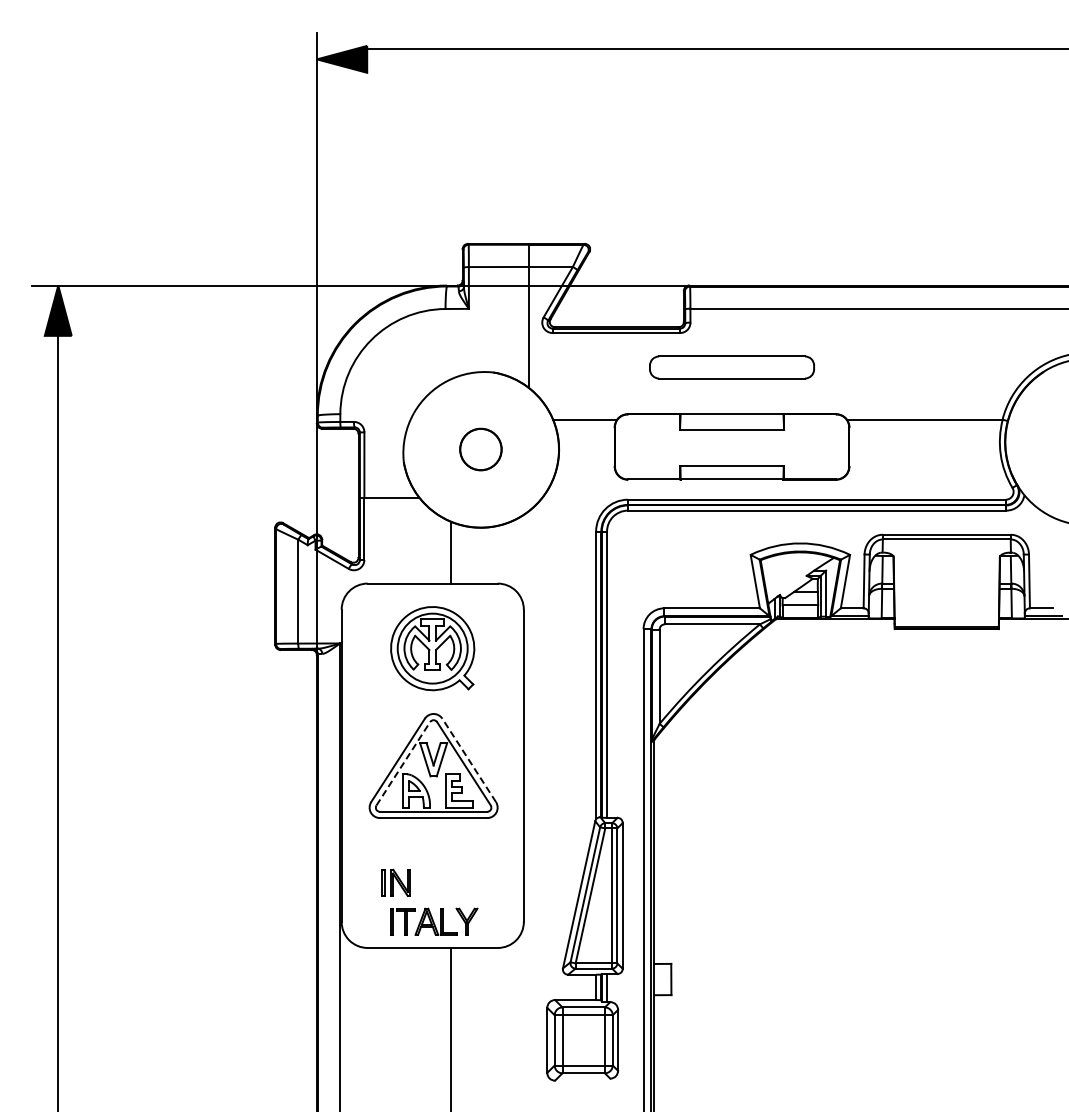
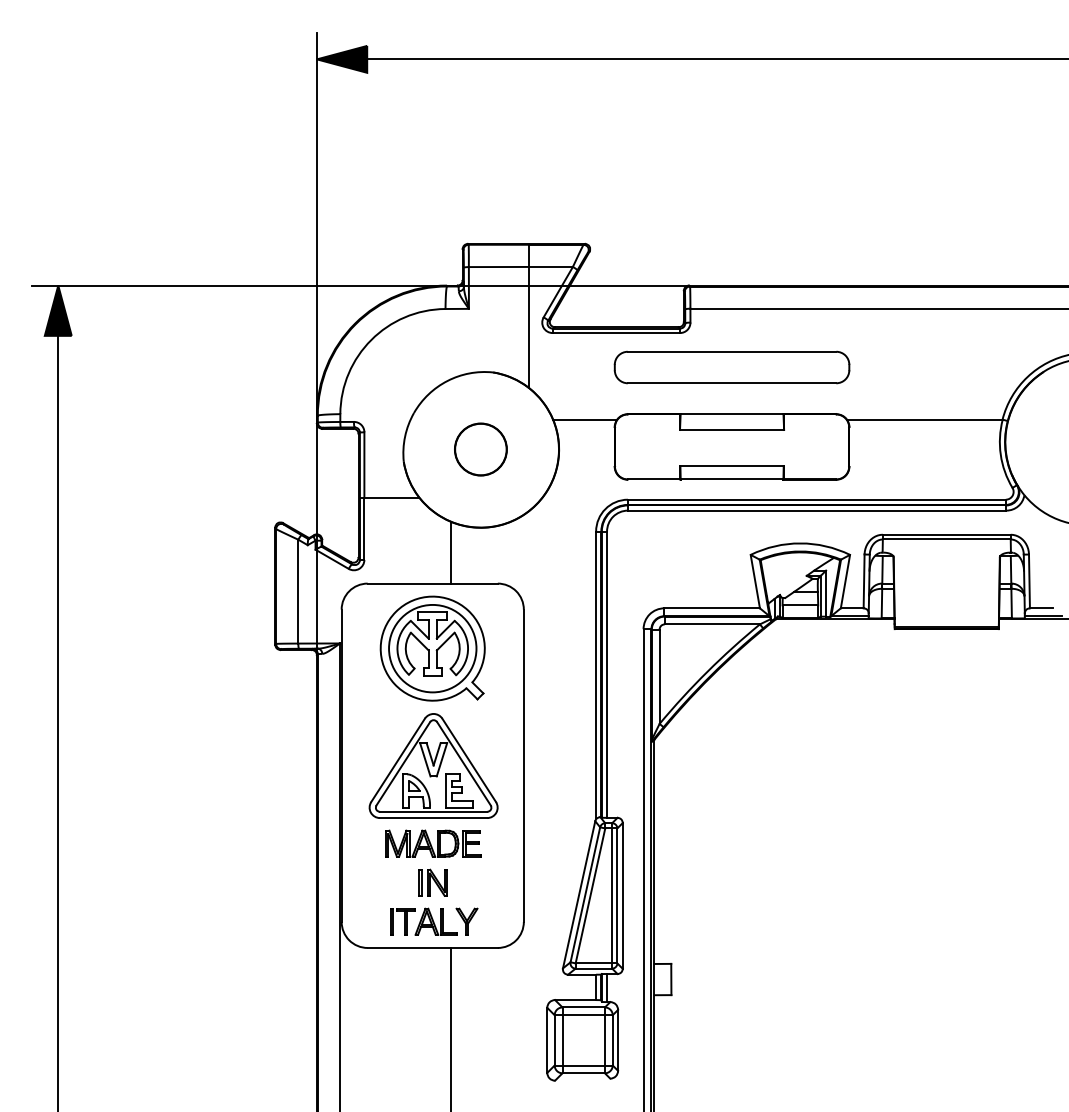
line at (716, 49) position: (716, 49) -> (716, 59)
part at (732, 367) size: 167x25 px -> 238x35 px
circle at (480, 449) size: 44x45 px -> 54x55 px
part at (432, 648) size: 86x86 px -> 107x107 px
line at (469, 760): dashed -> solid
line at (403, 763): dashed -> solid
part at (433, 843): none -> present
part at (395, 882) position: (395, 882) -> (432, 882)
